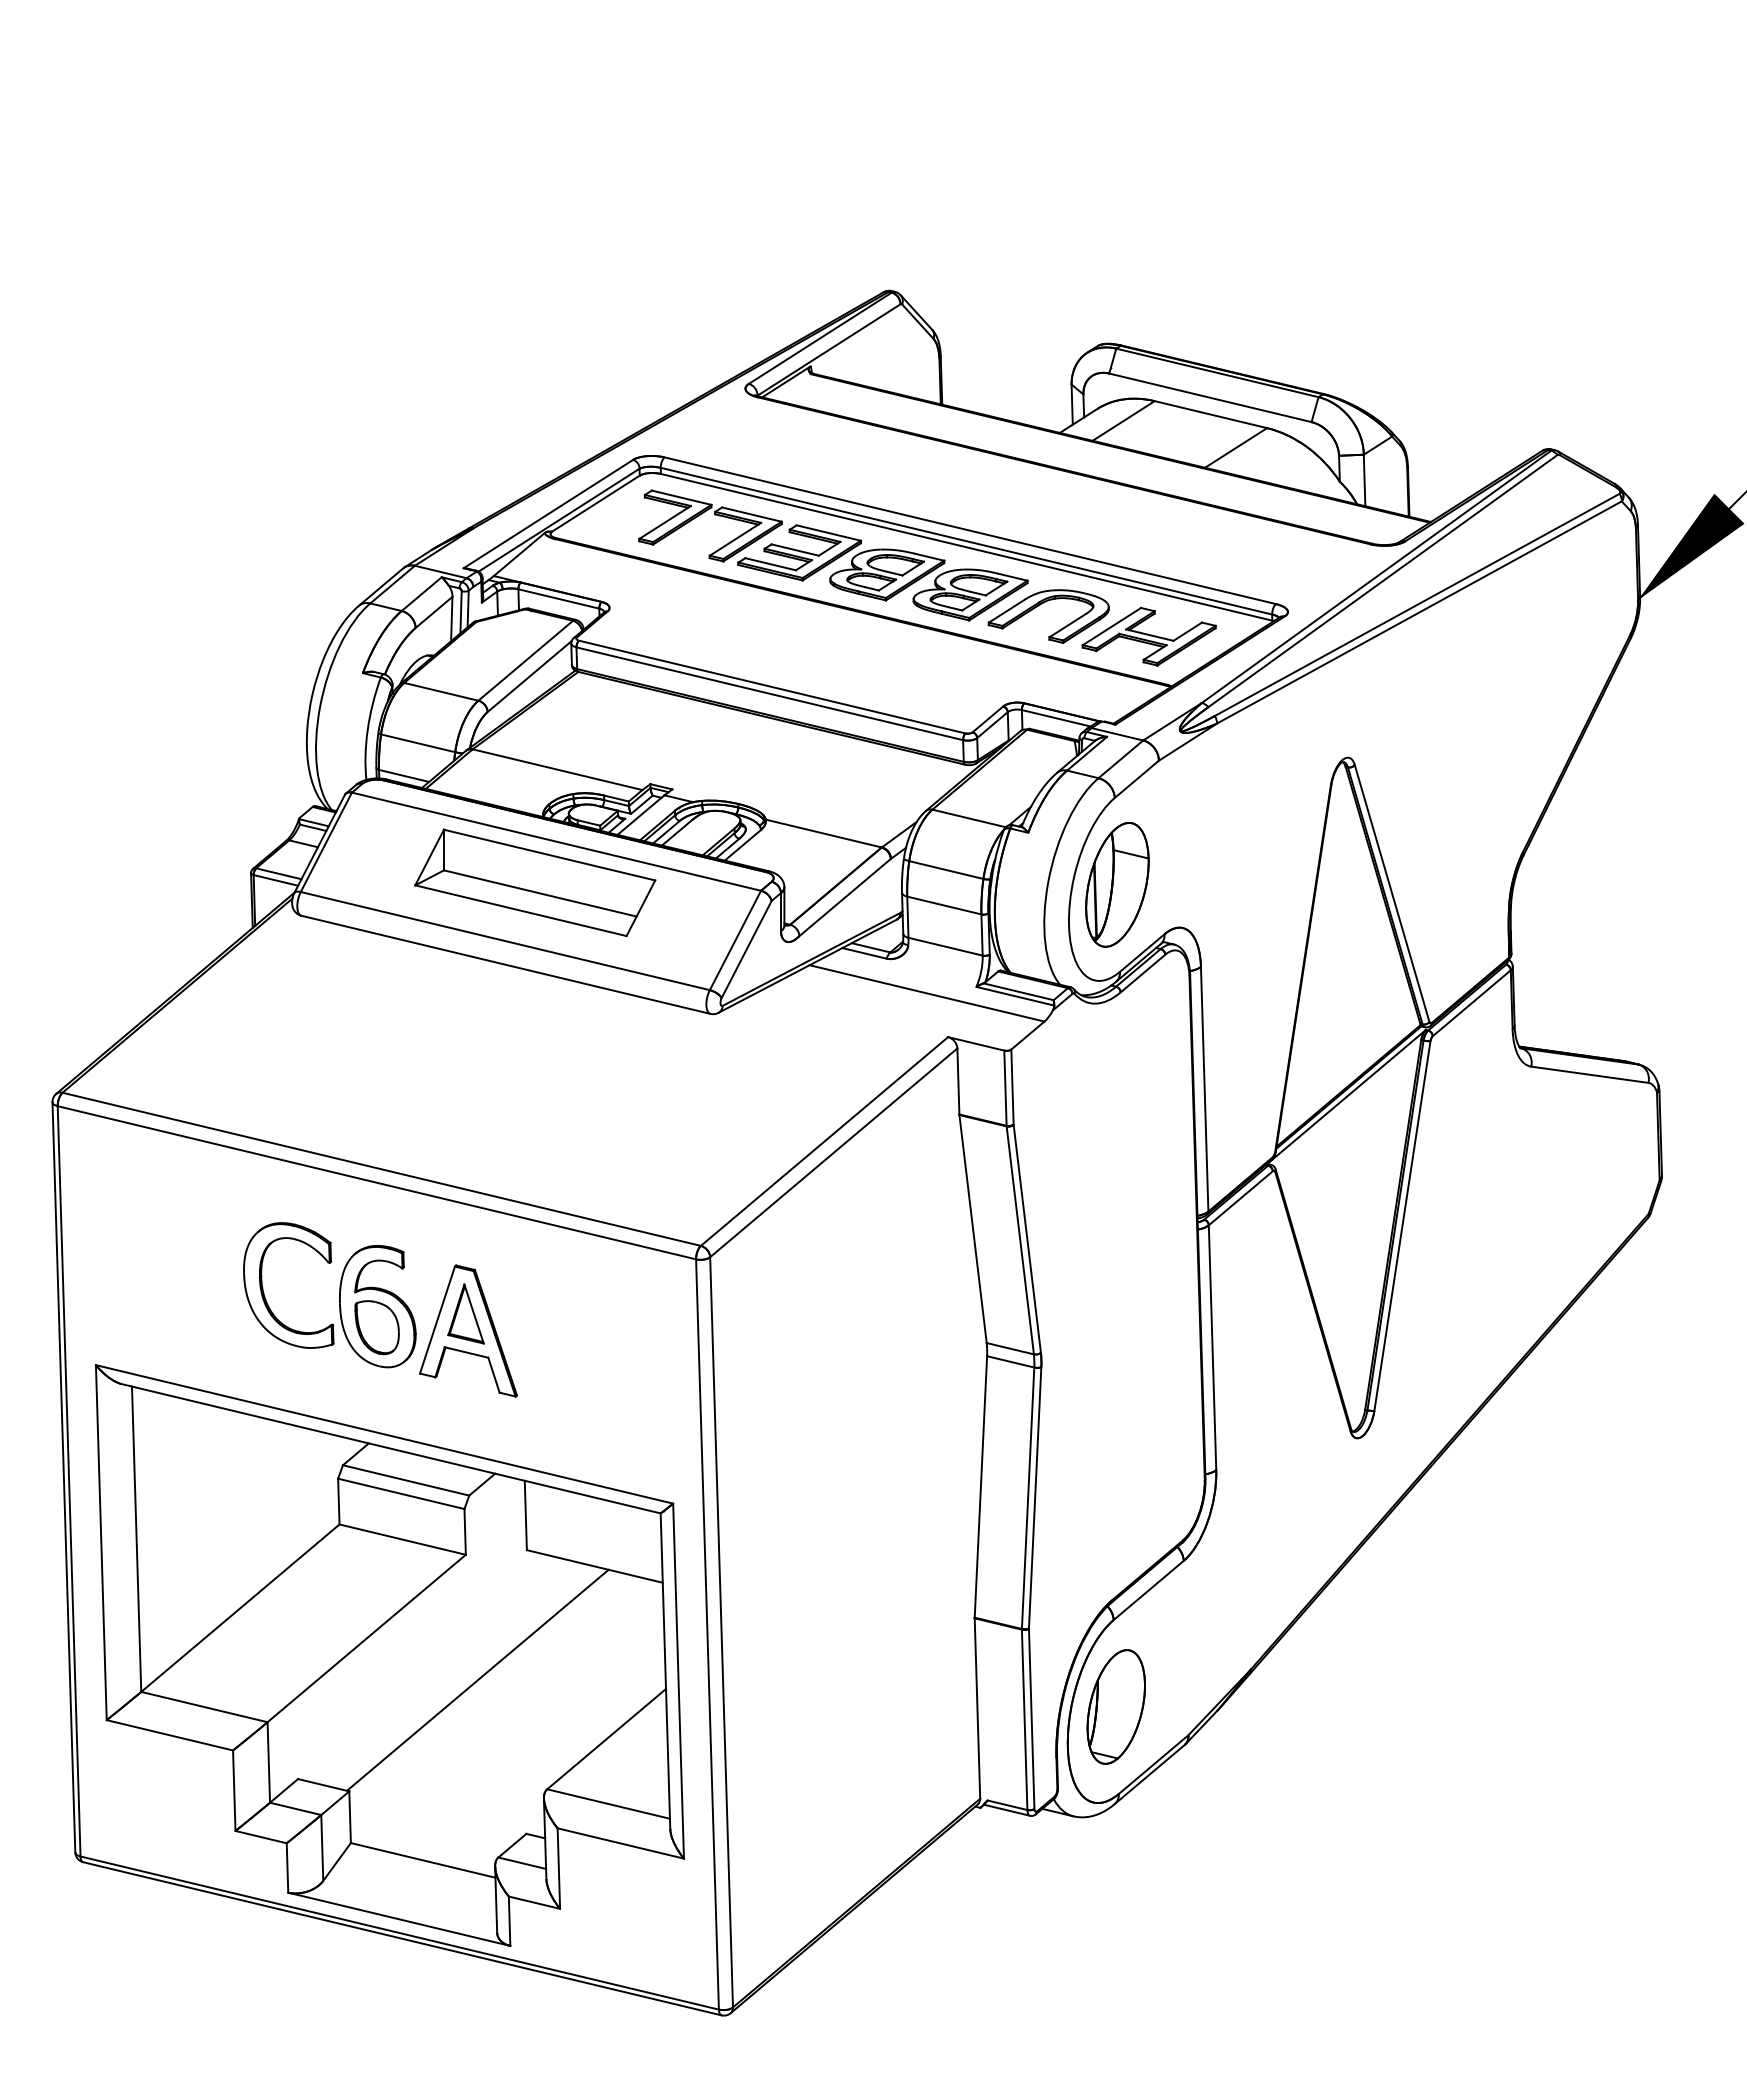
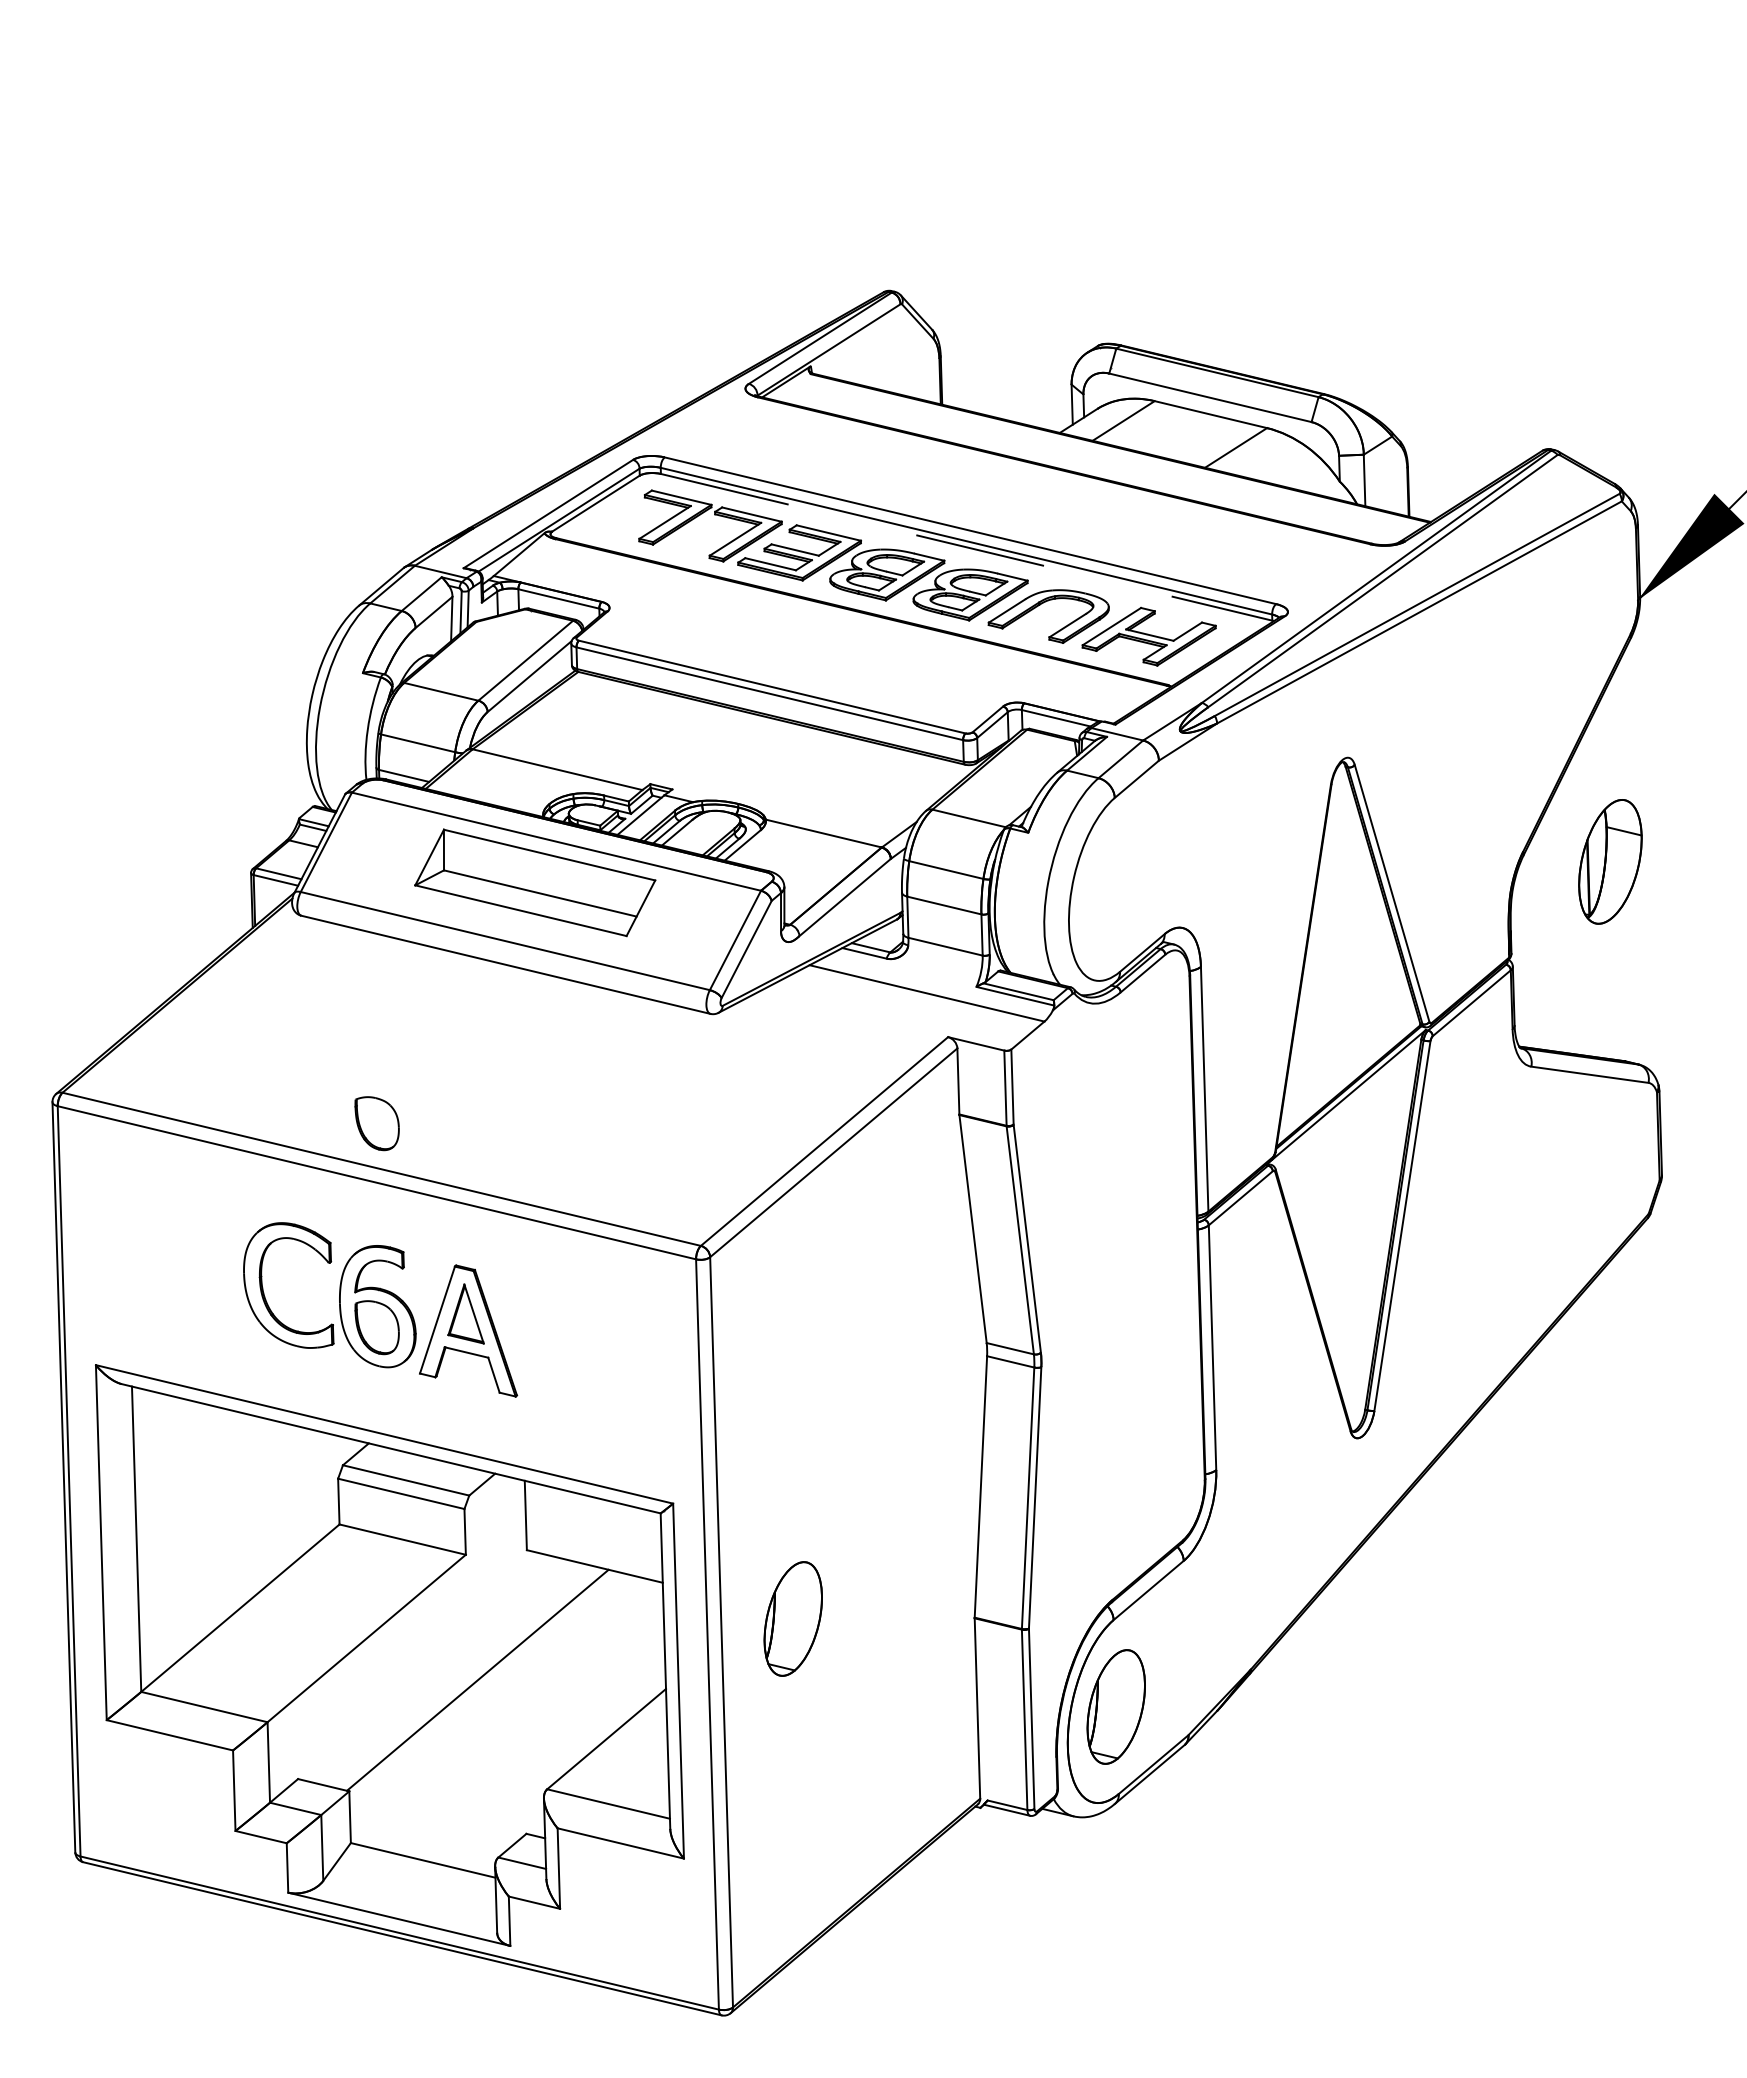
line at (967, 547): solid -> dashed
part at (1117, 884) position: (1117, 884) -> (1610, 861)
part at (376, 1123): none -> present
part at (792, 1618): none -> present
